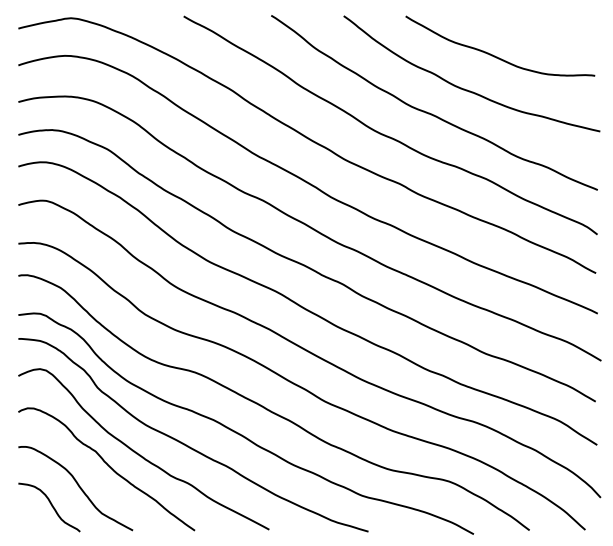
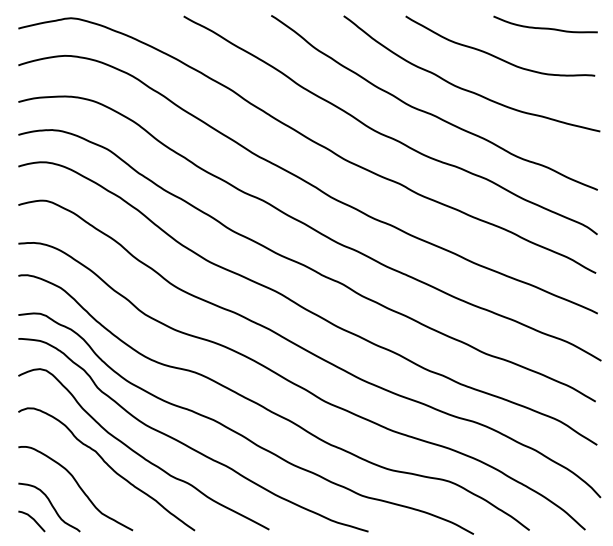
curve at (545, 27): none -> present
curve at (32, 519): none -> present
